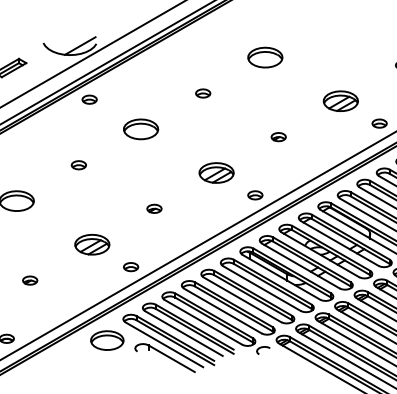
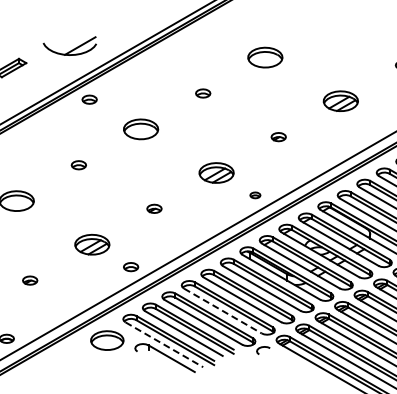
line at (92, 54): present -> none
part at (379, 123): present -> none
part at (255, 195) size: 17x11 px -> 13x9 px
line at (222, 311): solid -> dashed
line at (164, 344): solid -> dashed
